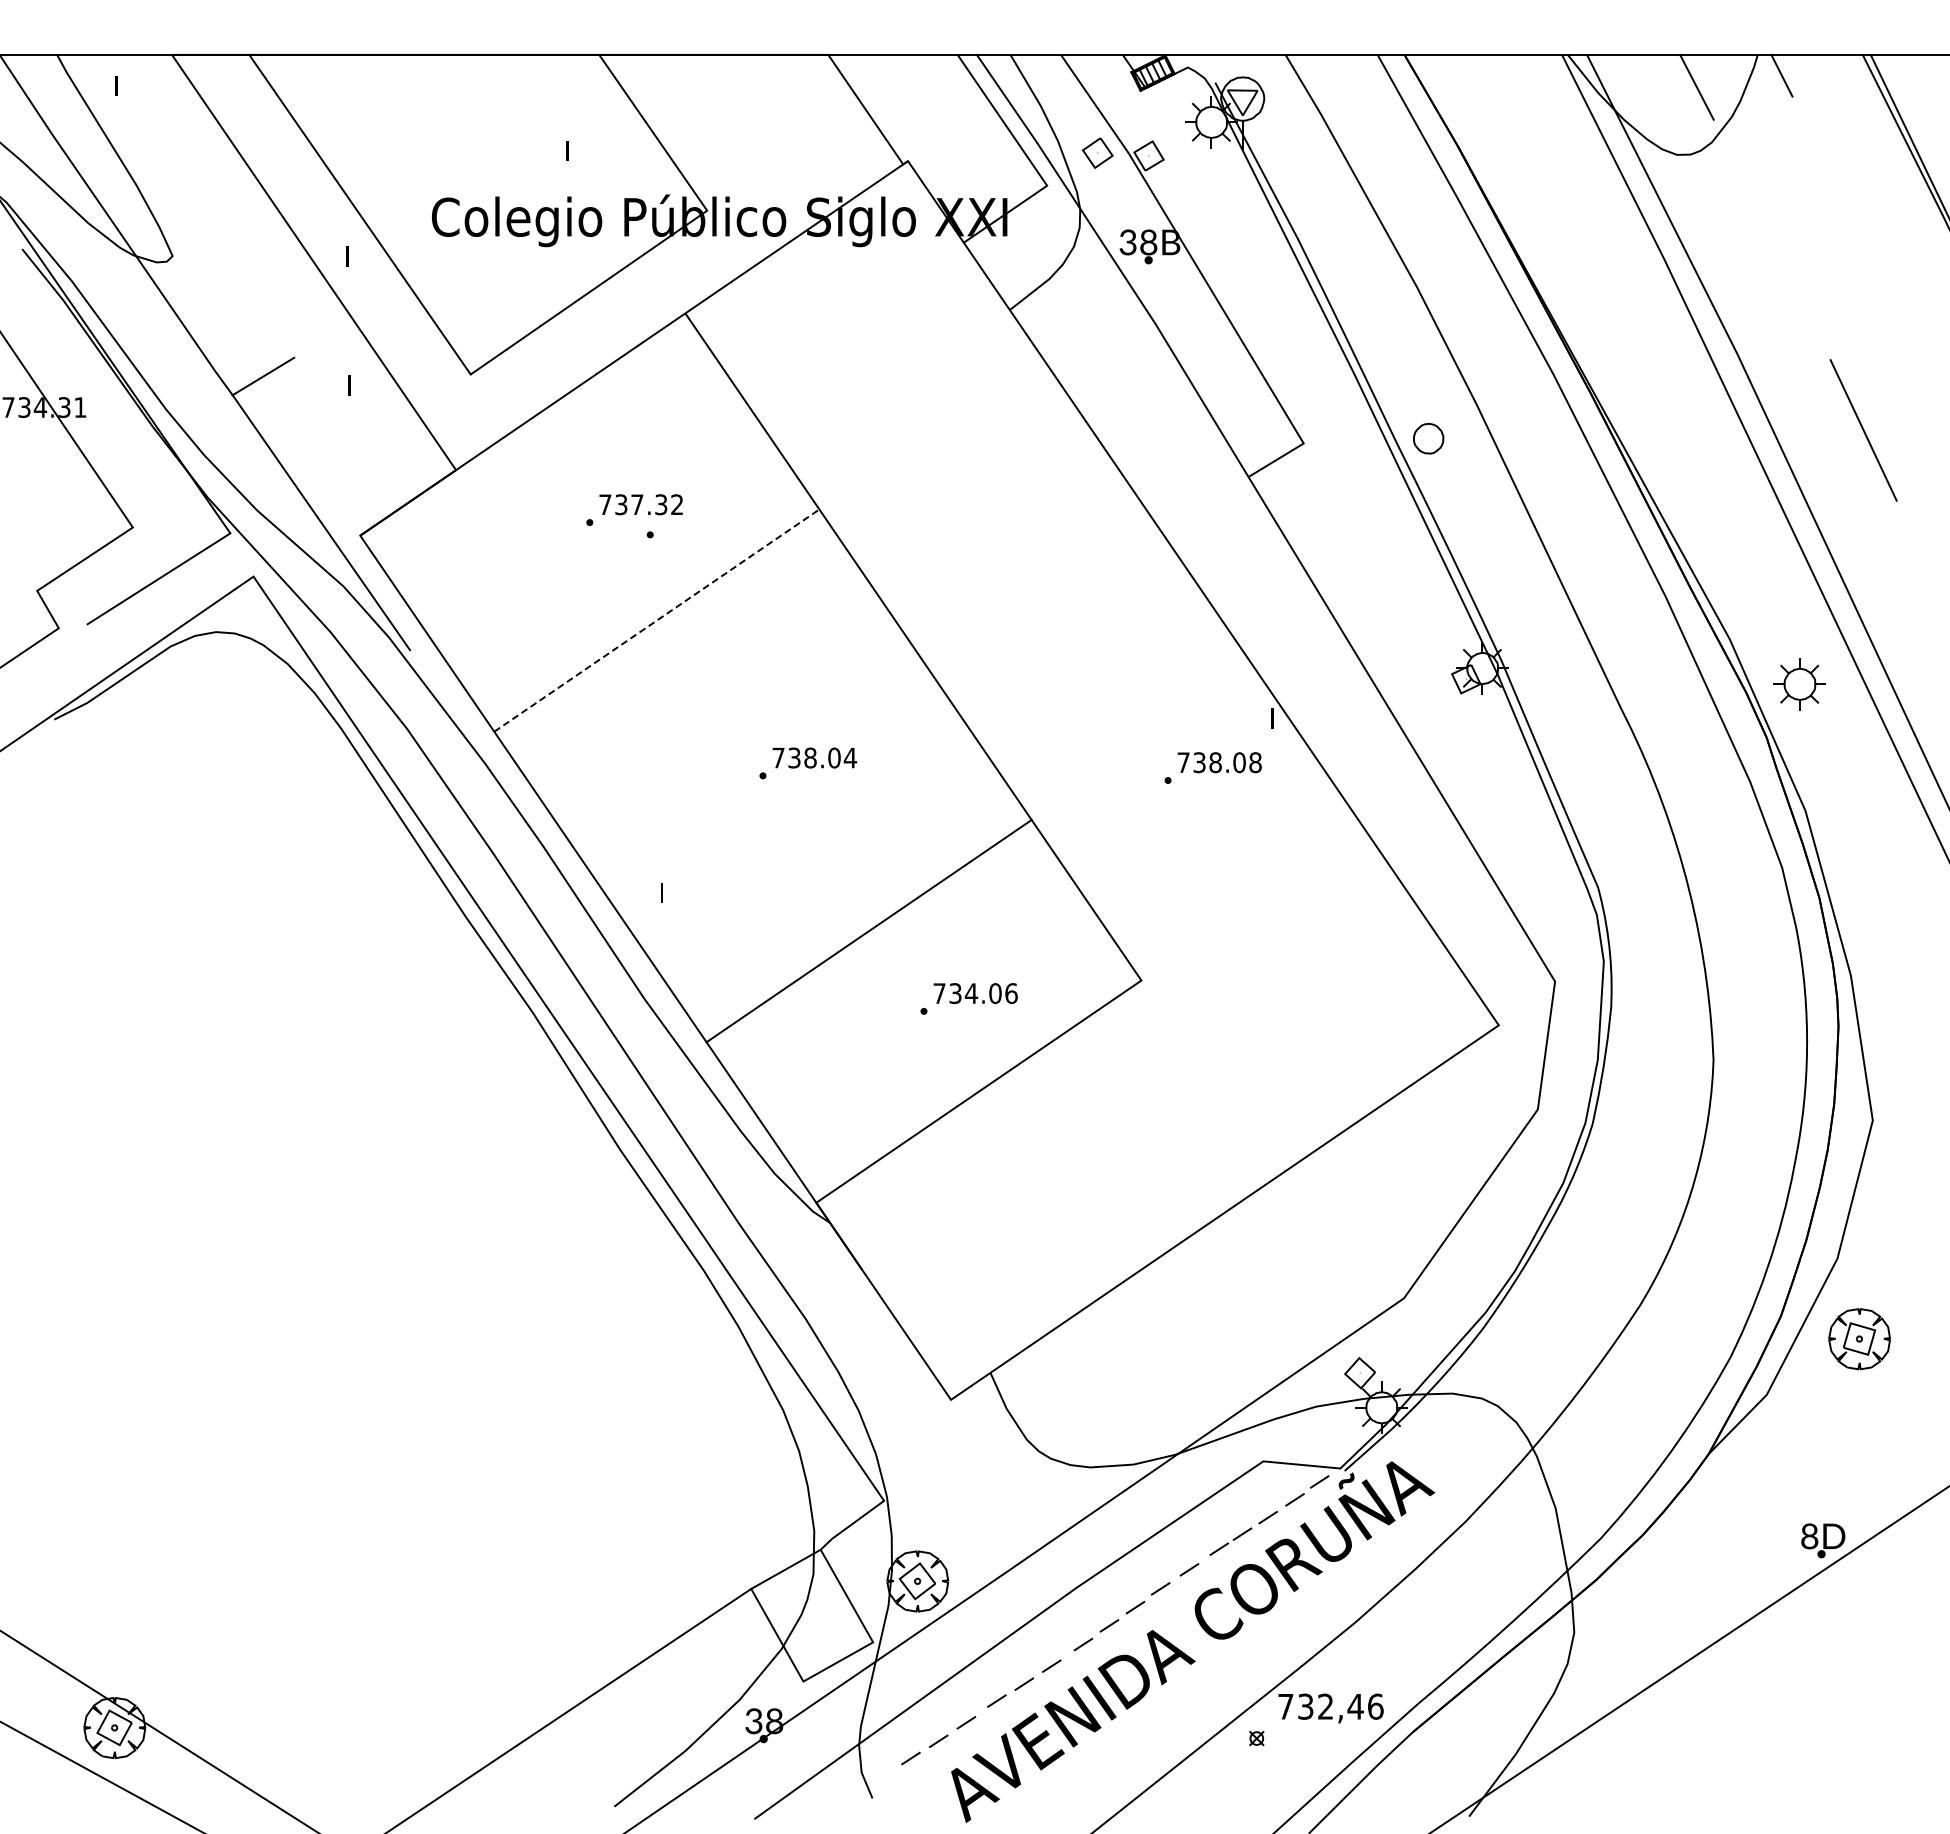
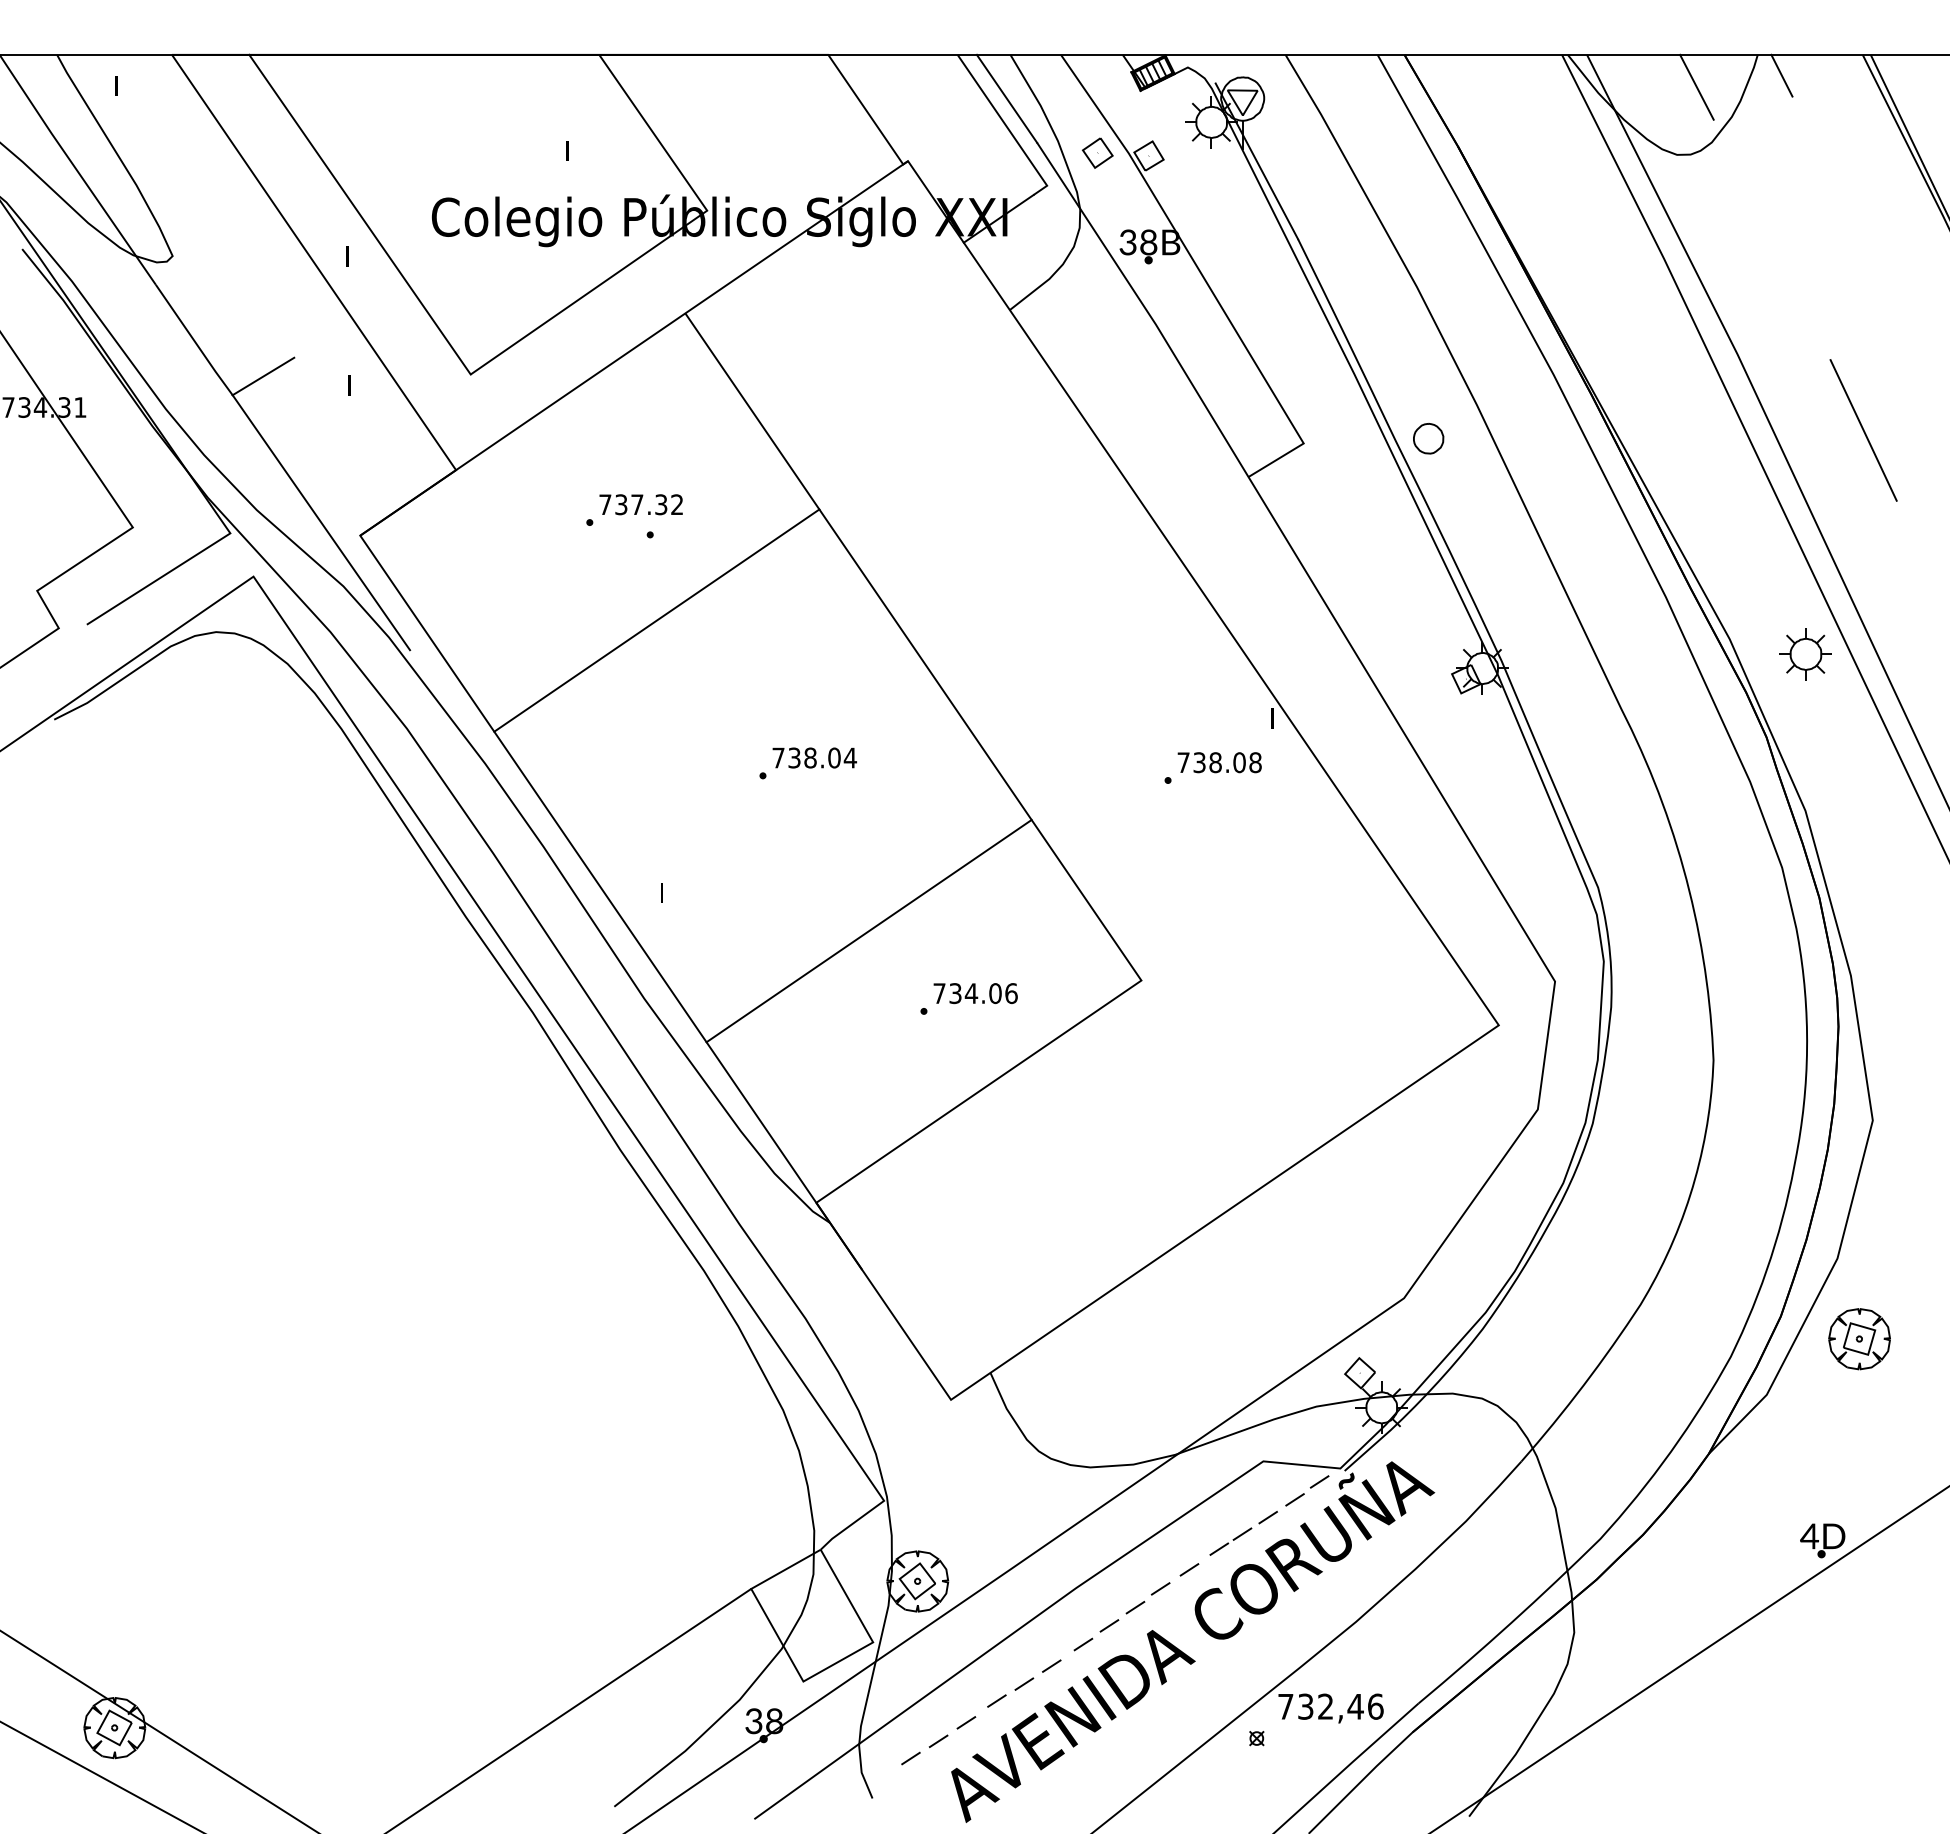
line at (656, 620): dashed -> solid
part at (1799, 684) position: (1799, 684) -> (1805, 654)
text at (1809, 1536): 8D -> 4D
